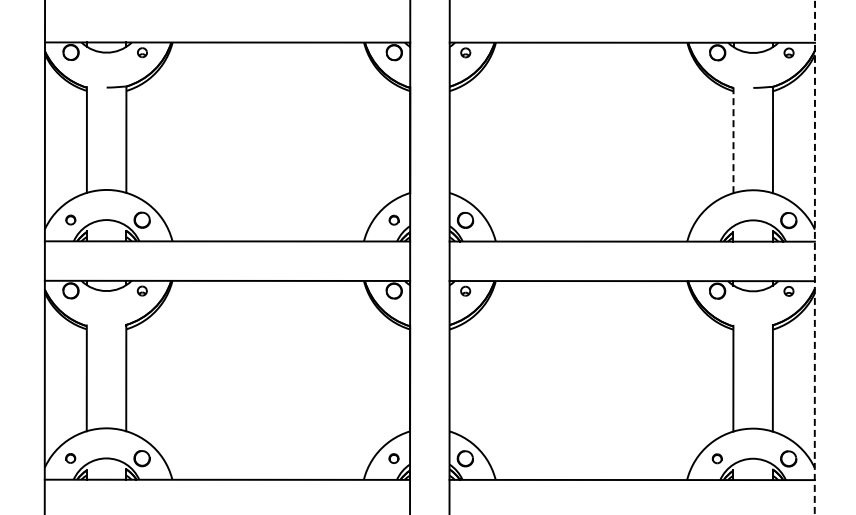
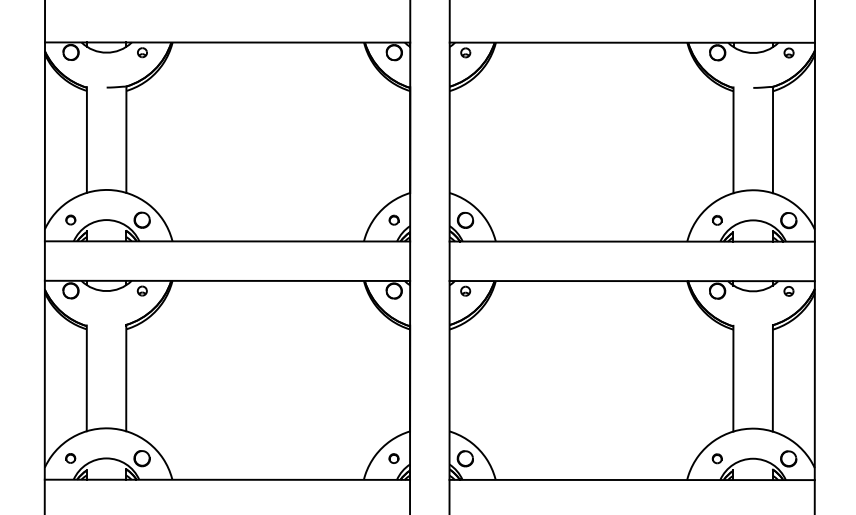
line at (733, 140): dashed -> solid
part at (717, 220): none -> present
line at (814, 257): dashed -> solid
